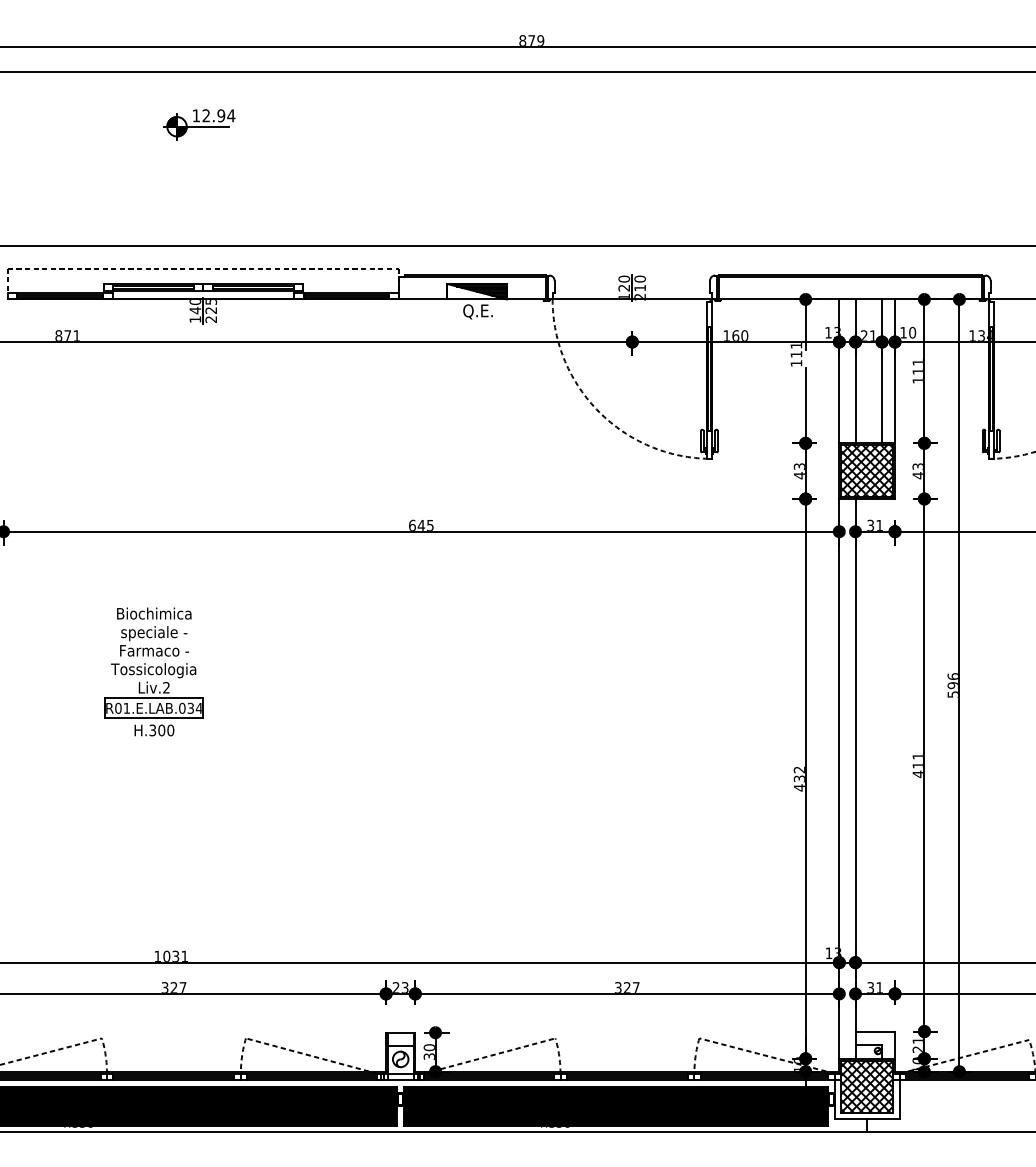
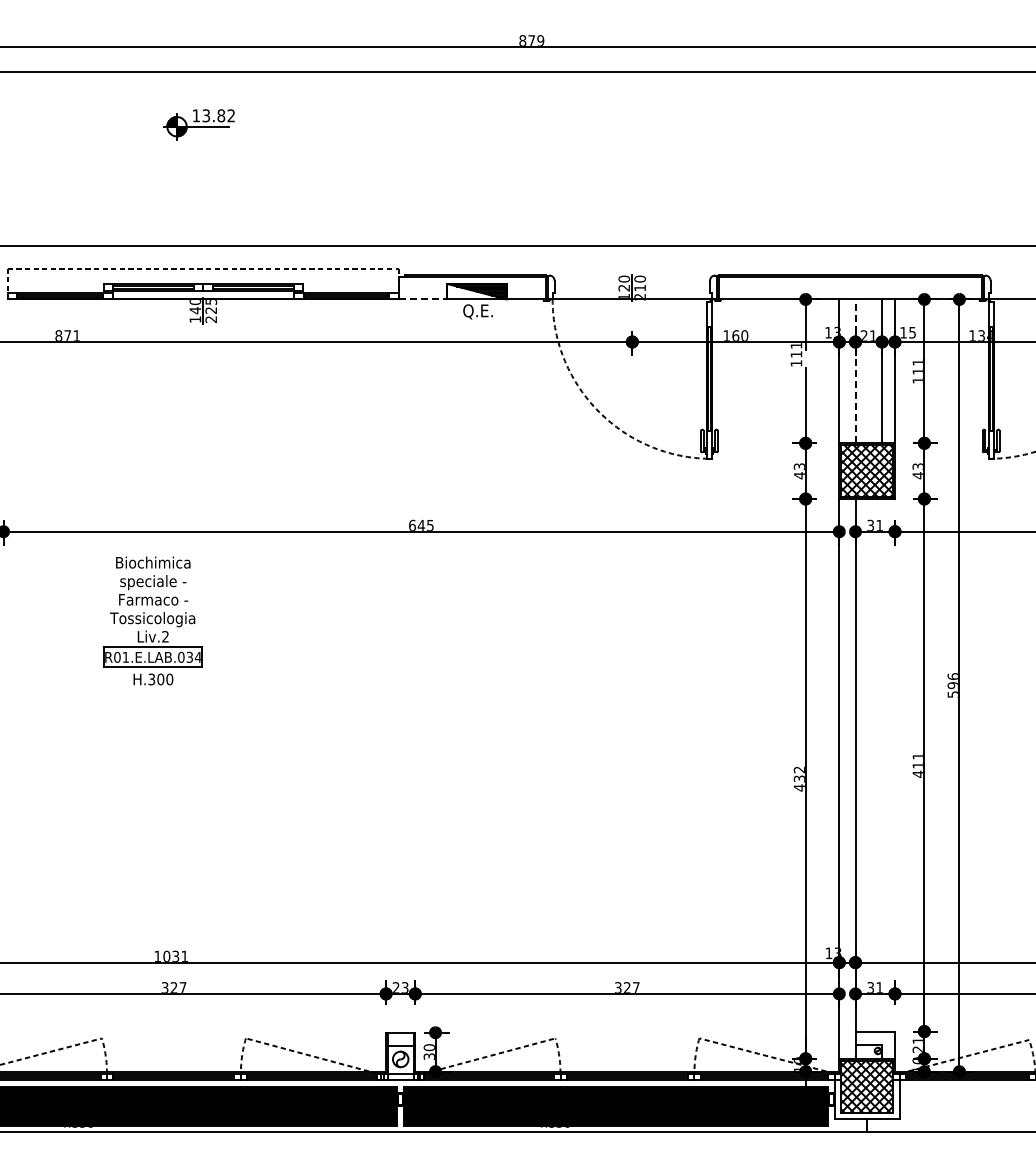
text at (218, 115): 12.94 -> 13.82
line at (423, 299): solid -> dashed
text at (912, 332): 10 -> 15
line at (855, 371): solid -> dashed
part at (153, 671) position: (153, 671) -> (152, 620)
